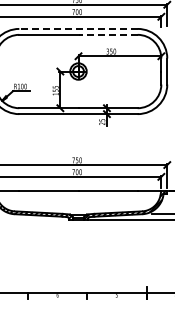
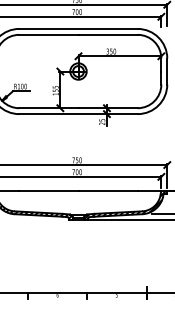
line at (78, 28): dashed -> solid
line at (108, 34): dashed -> solid
